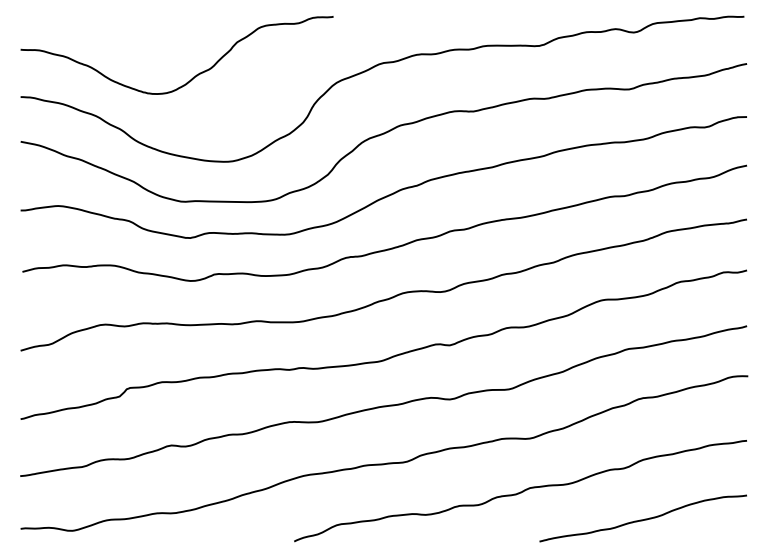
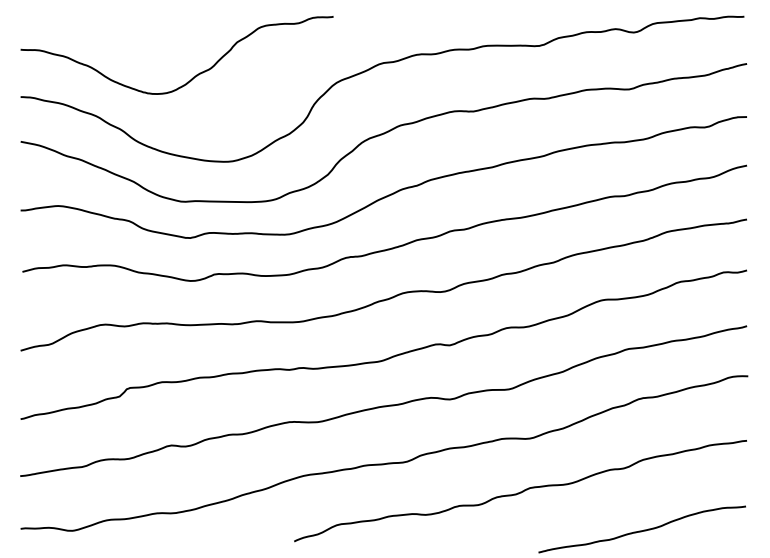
curve at (642, 519) position: (642, 519) -> (641, 530)
